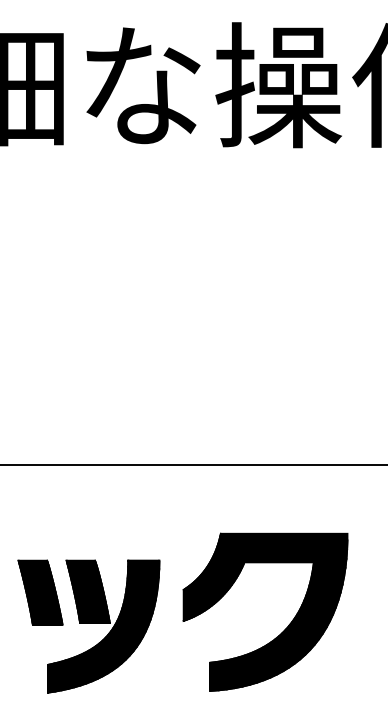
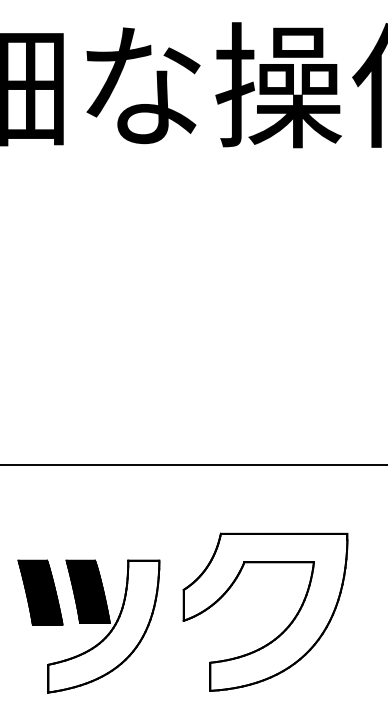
fill at (265, 611): present -> none
fill at (103, 626): present -> none
